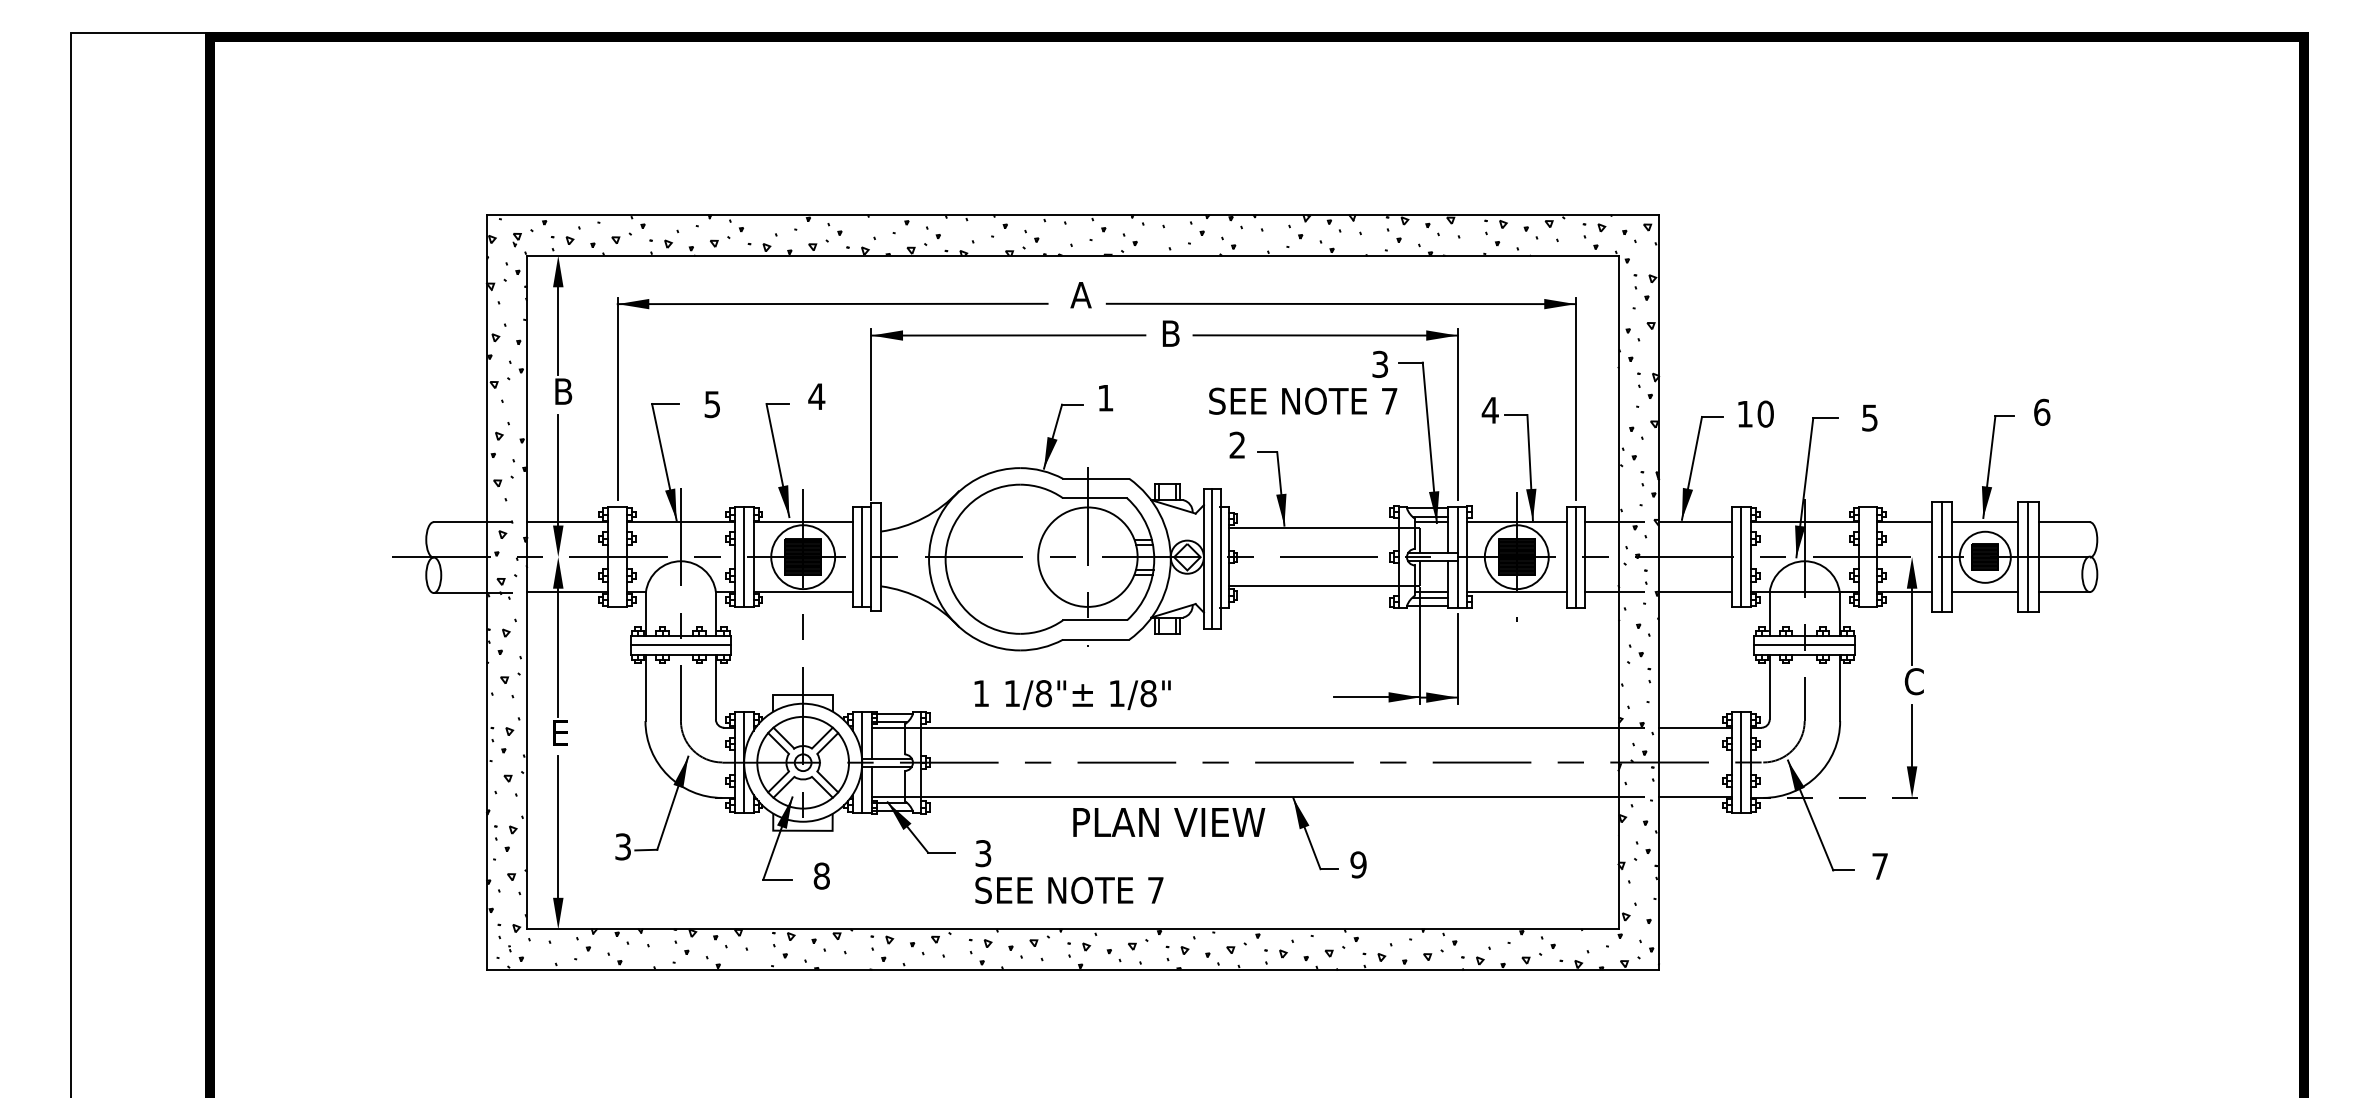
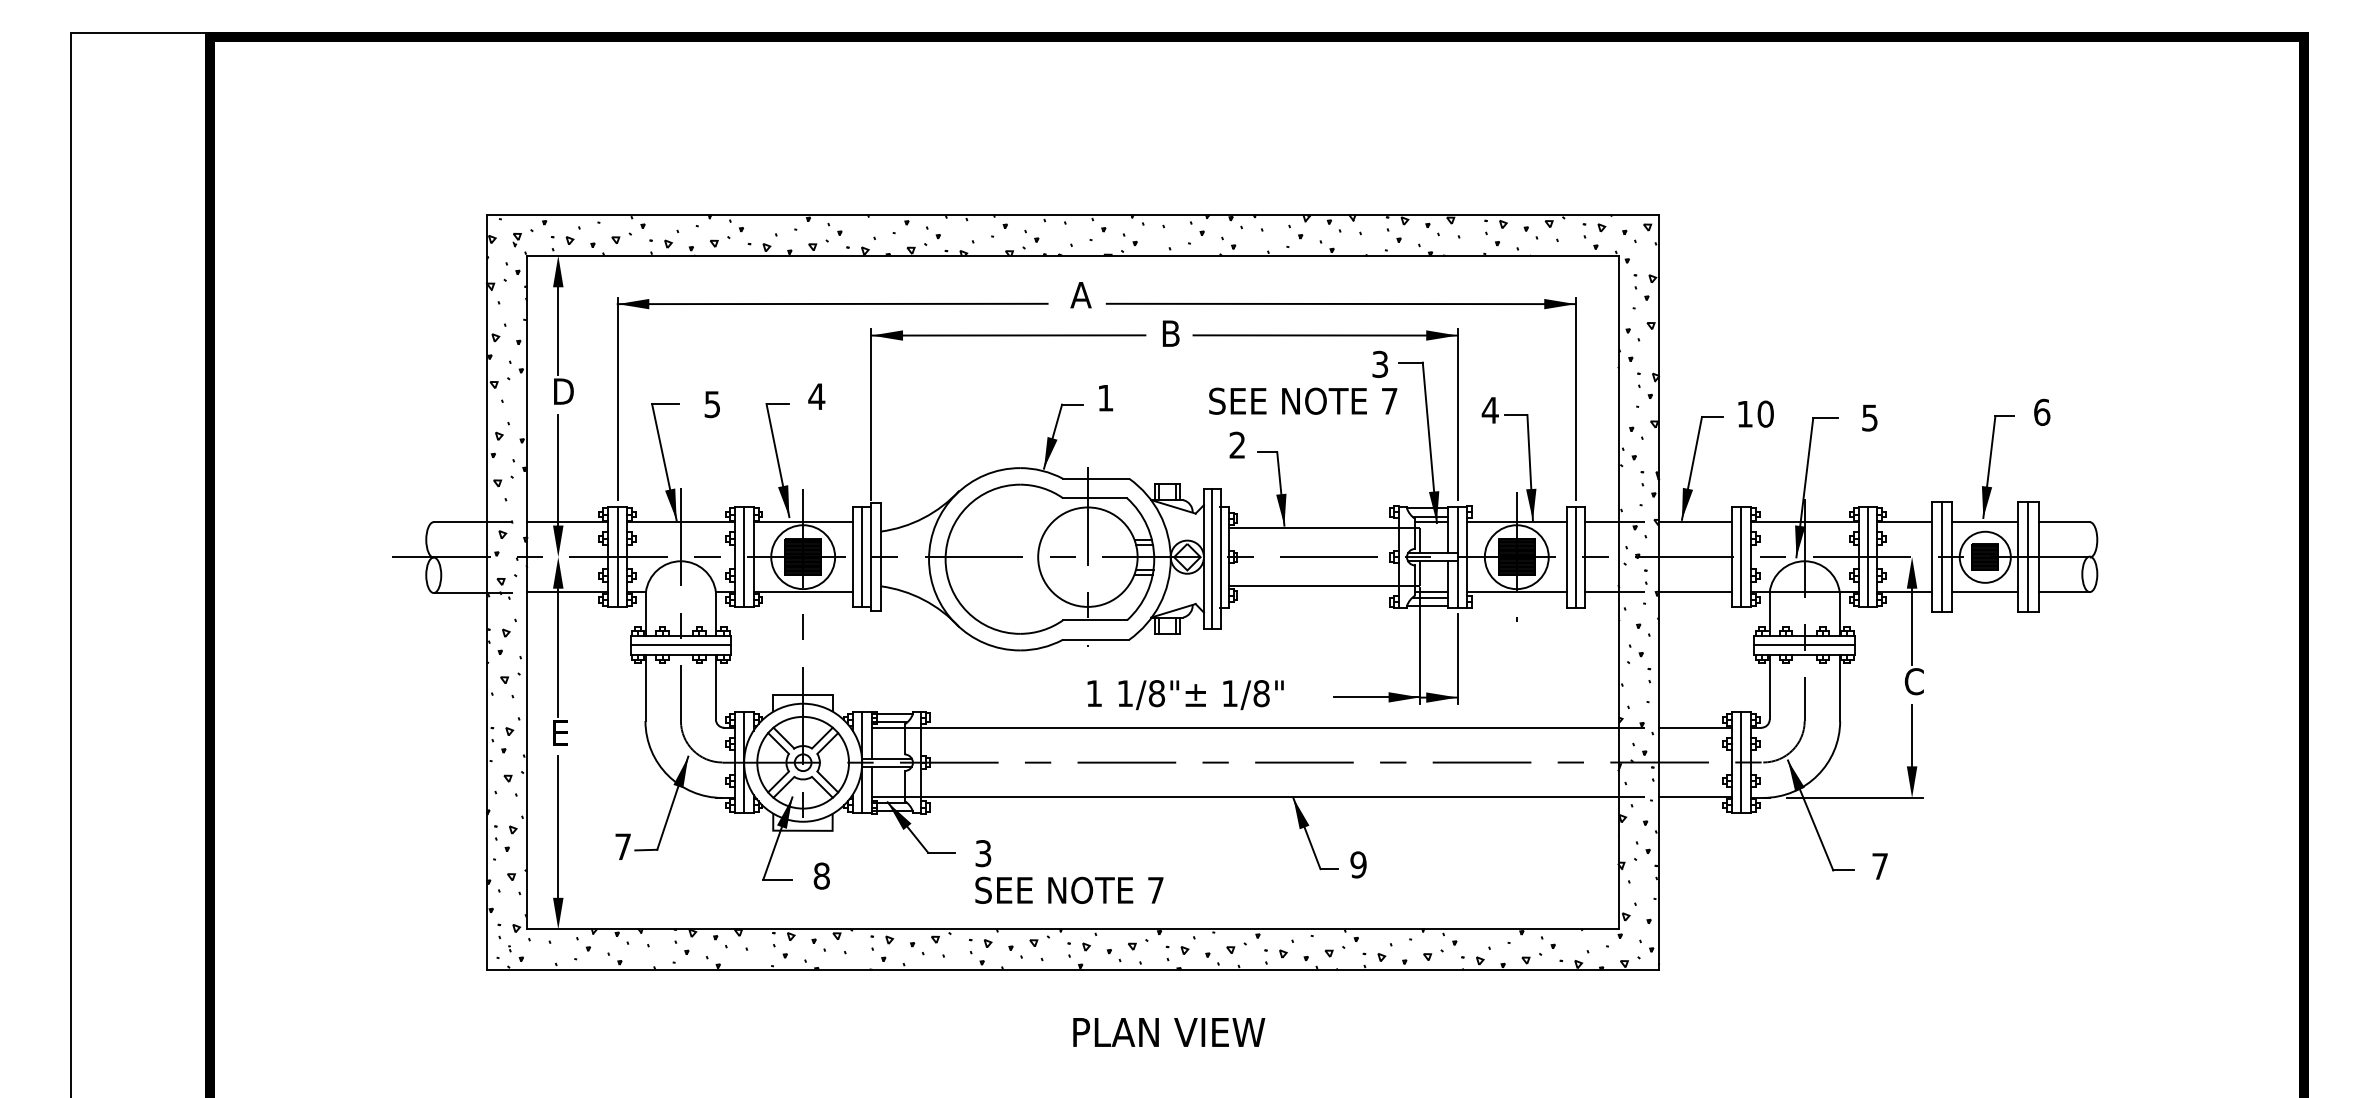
text at (563, 391): B -> D
line at (617, 556): none -> present
line at (1867, 556): none -> present
text at (1072, 695) position: (1072, 695) -> (1185, 695)
line at (1855, 797): dashed -> solid
text at (1169, 822) position: (1169, 822) -> (1169, 1032)
text at (622, 846): 3 -> 7
